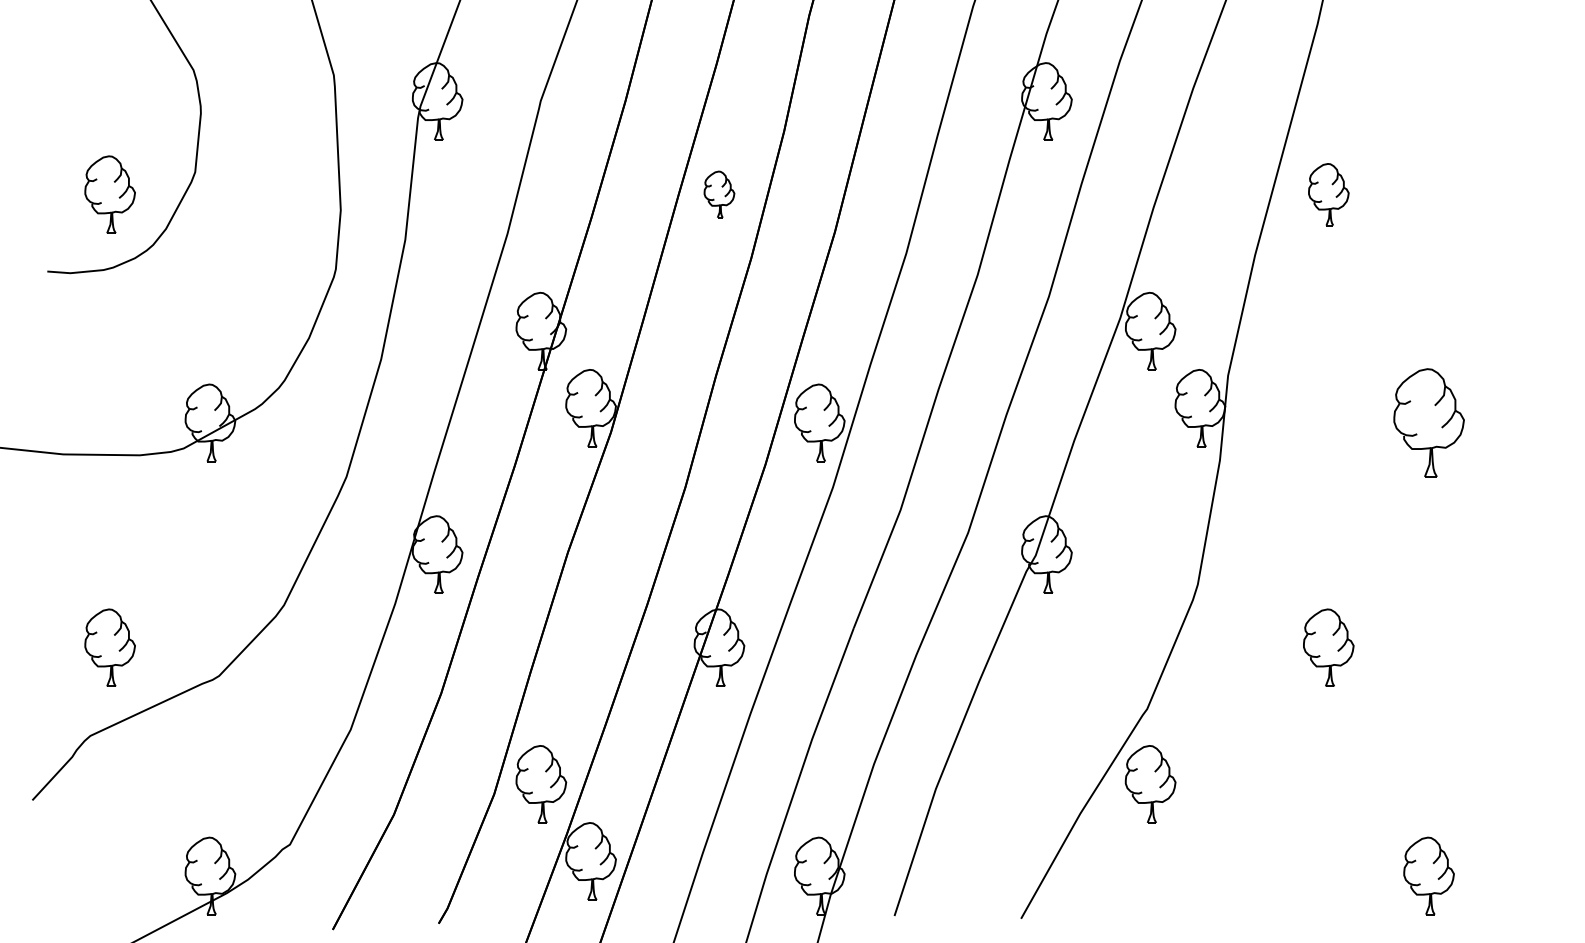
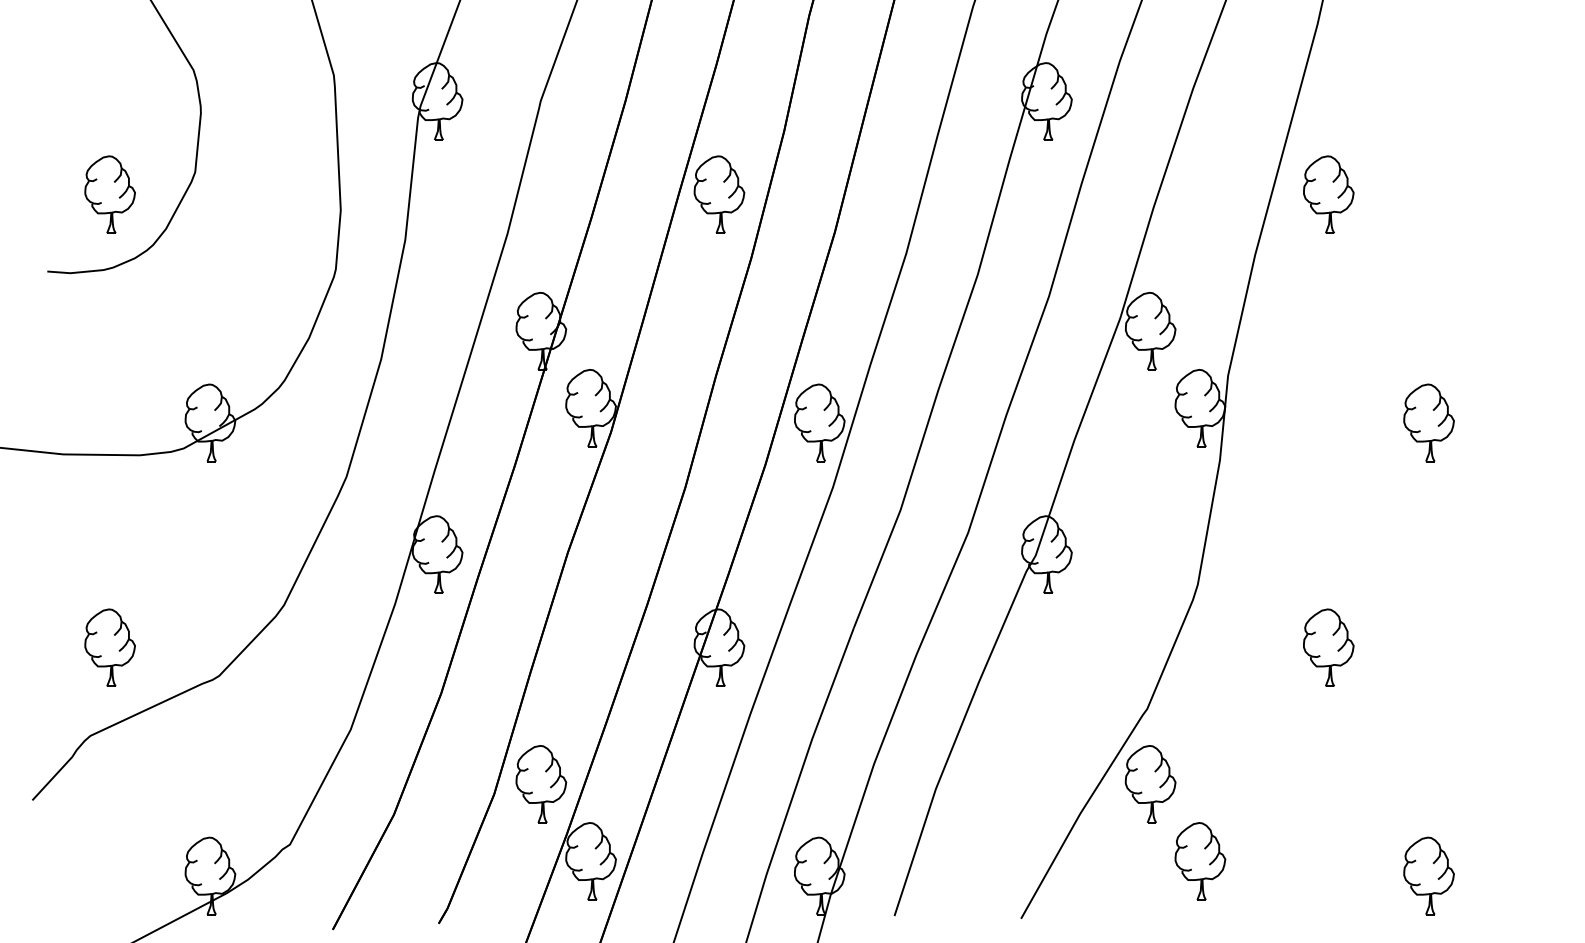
part at (719, 194) size: 33x49 px -> 53x79 px
part at (1328, 194) size: 42x64 px -> 52x79 px
part at (1428, 422) size: 72x110 px -> 52x80 px
part at (1200, 861): none -> present
